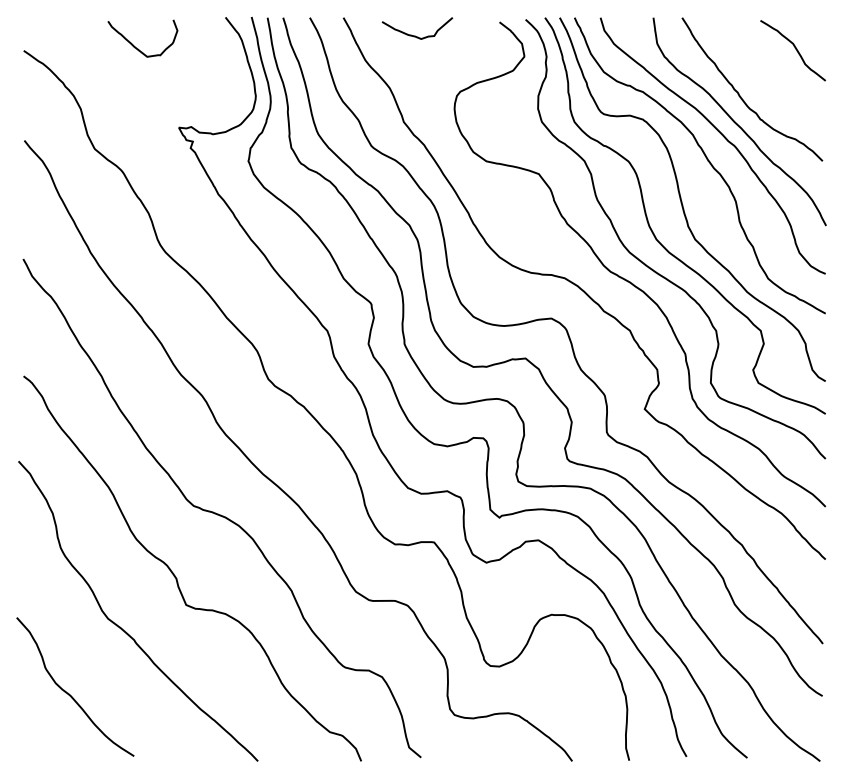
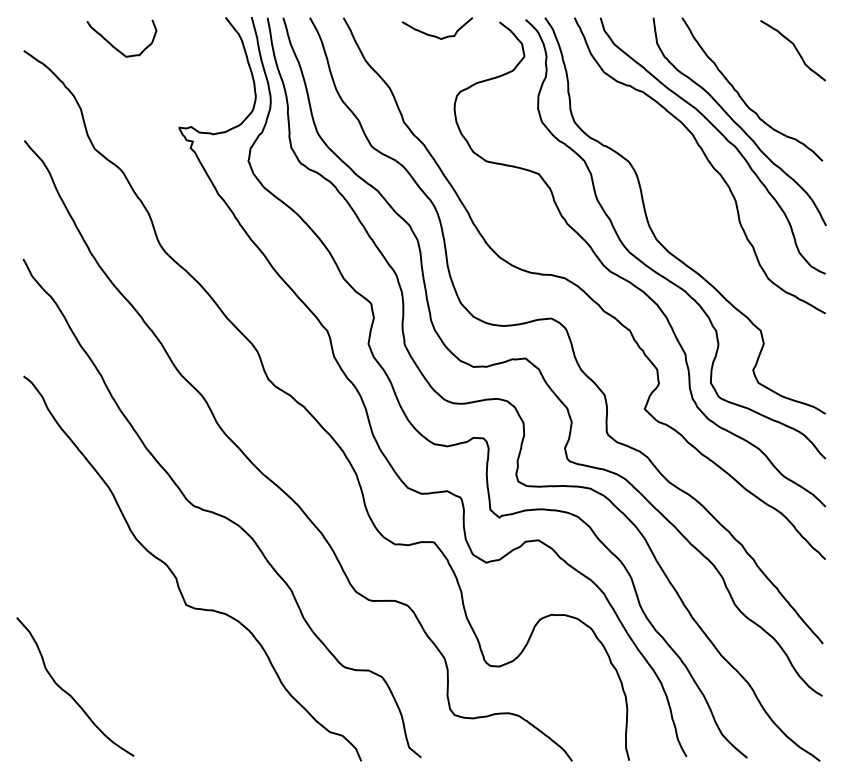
curve at (415, 35) position: (415, 35) -> (435, 35)
curve at (134, 45) position: (134, 45) -> (113, 45)
curve at (682, 201): present -> none
curve at (126, 631): present -> none
